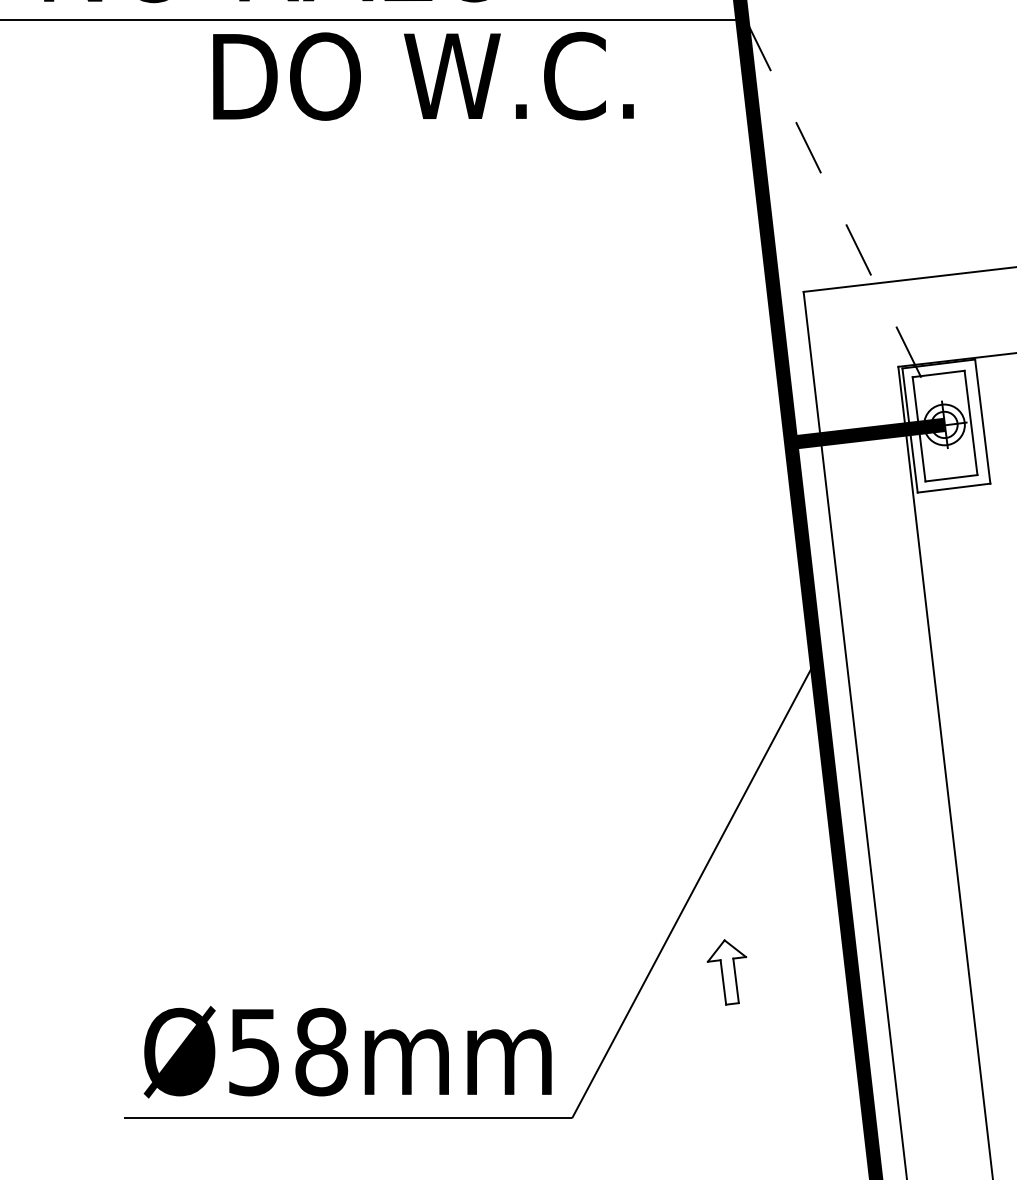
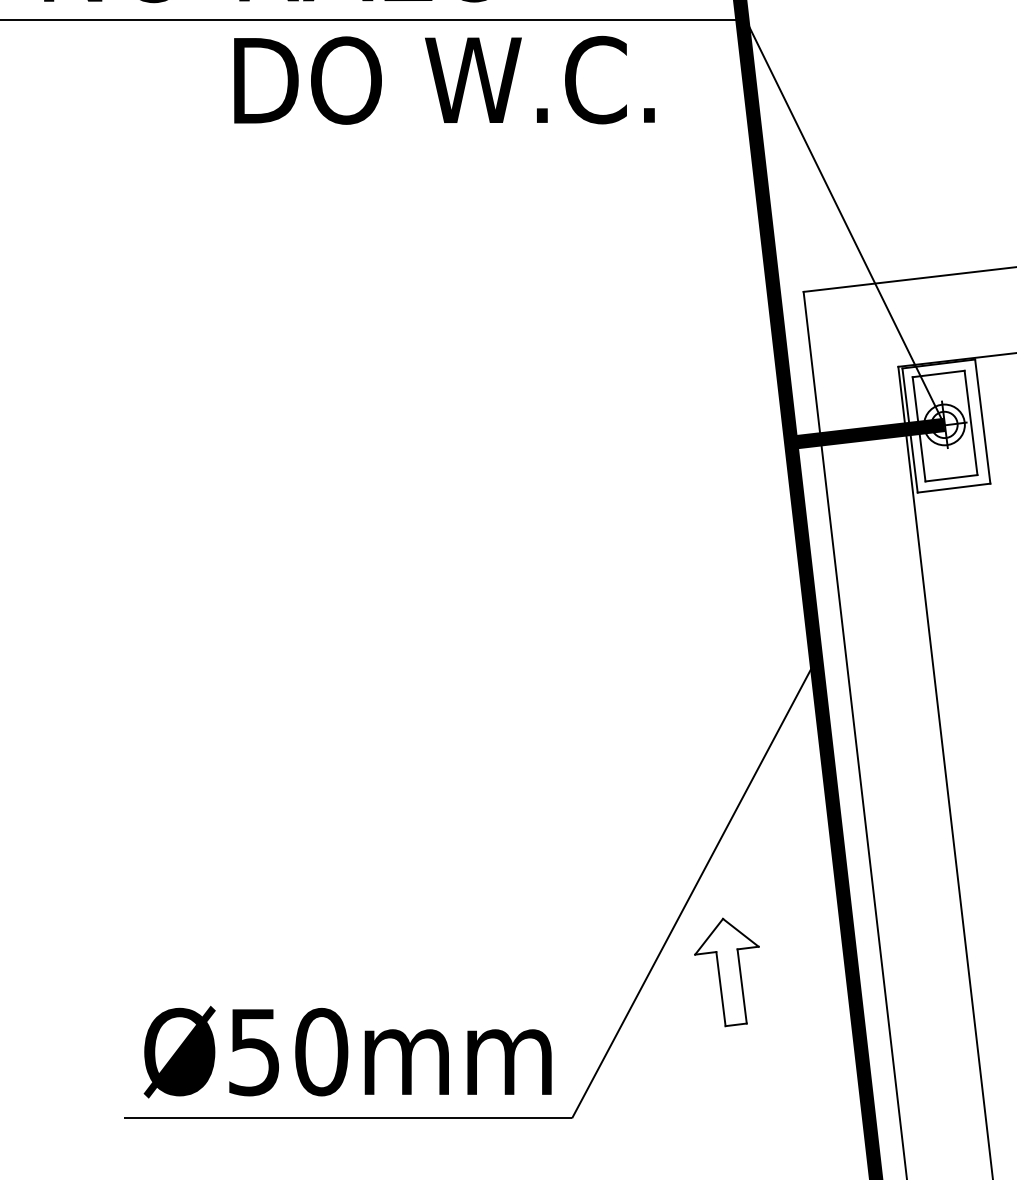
text at (423, 75) position: (423, 75) -> (444, 79)
line at (845, 222): dashed -> solid
part at (726, 972) size: 41x67 px -> 66x111 px
text at (321, 1052): Ø58mm -> Ø50mm
